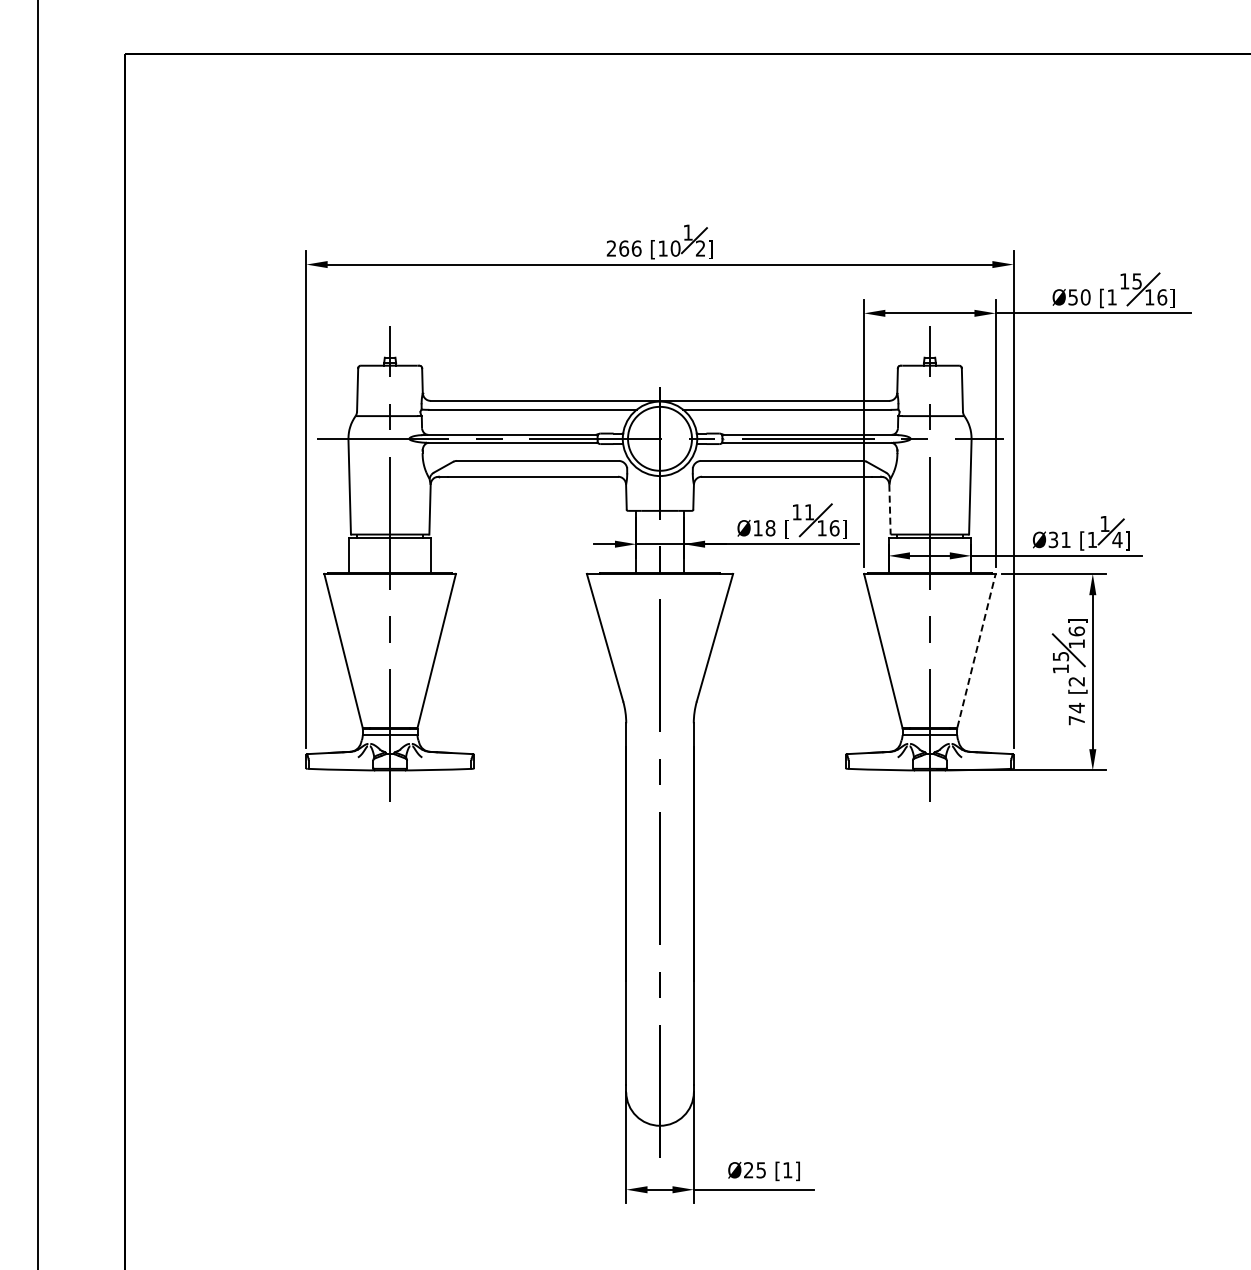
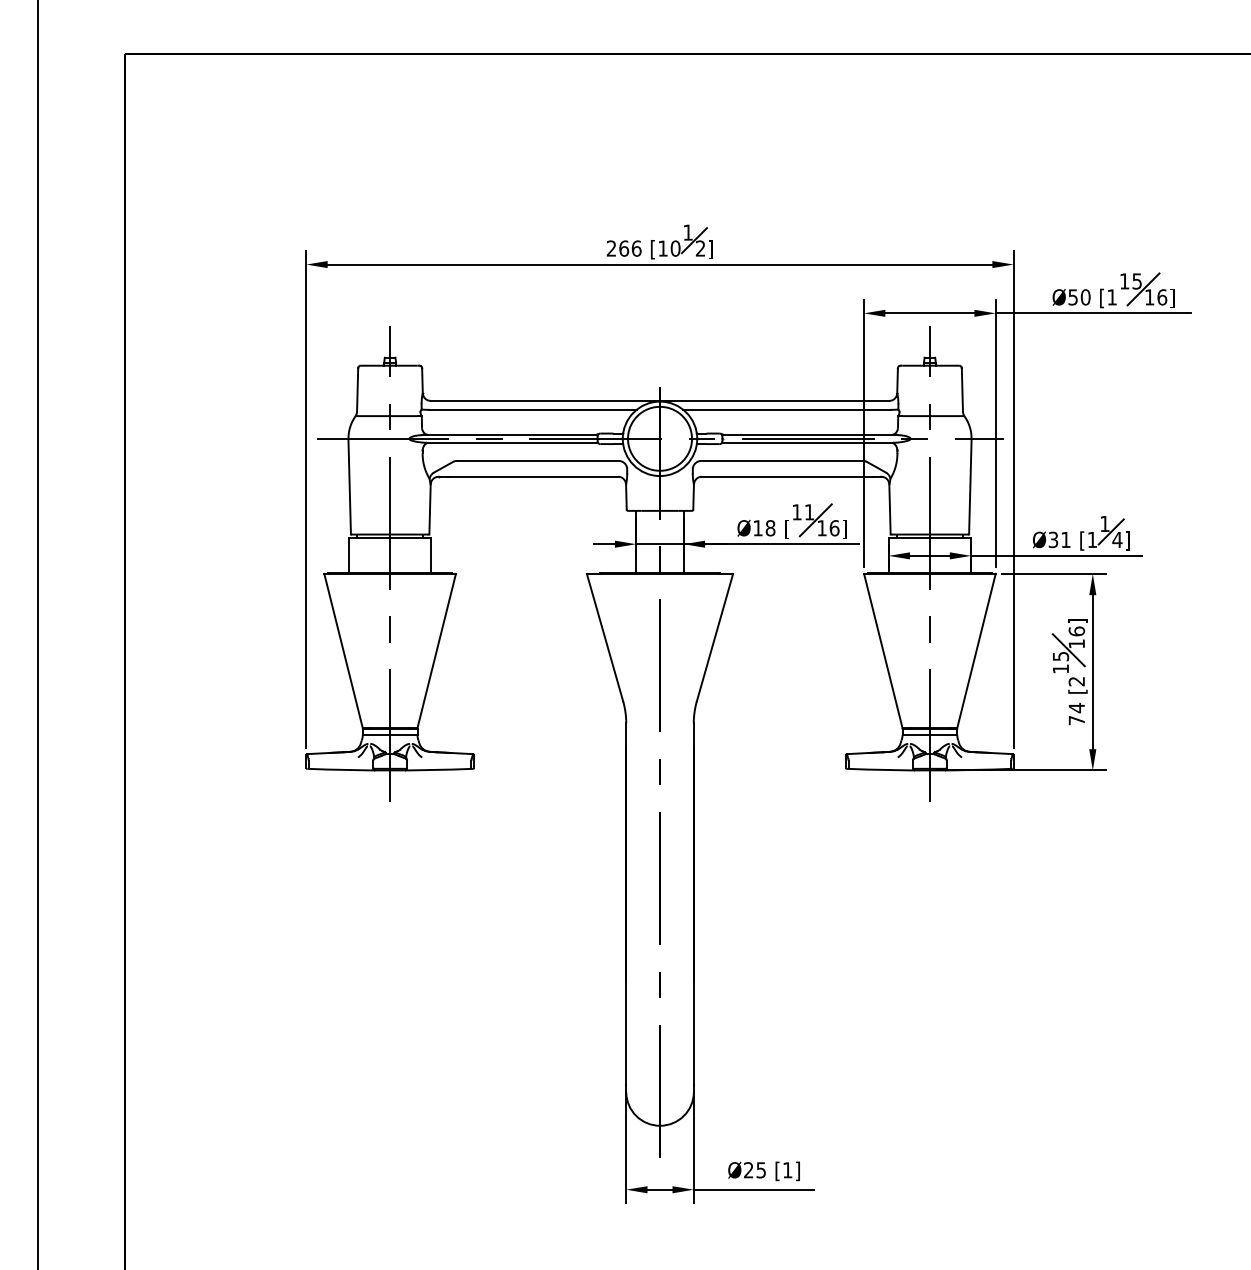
line at (889, 509): dashed -> solid
line at (976, 650): dashed -> solid
